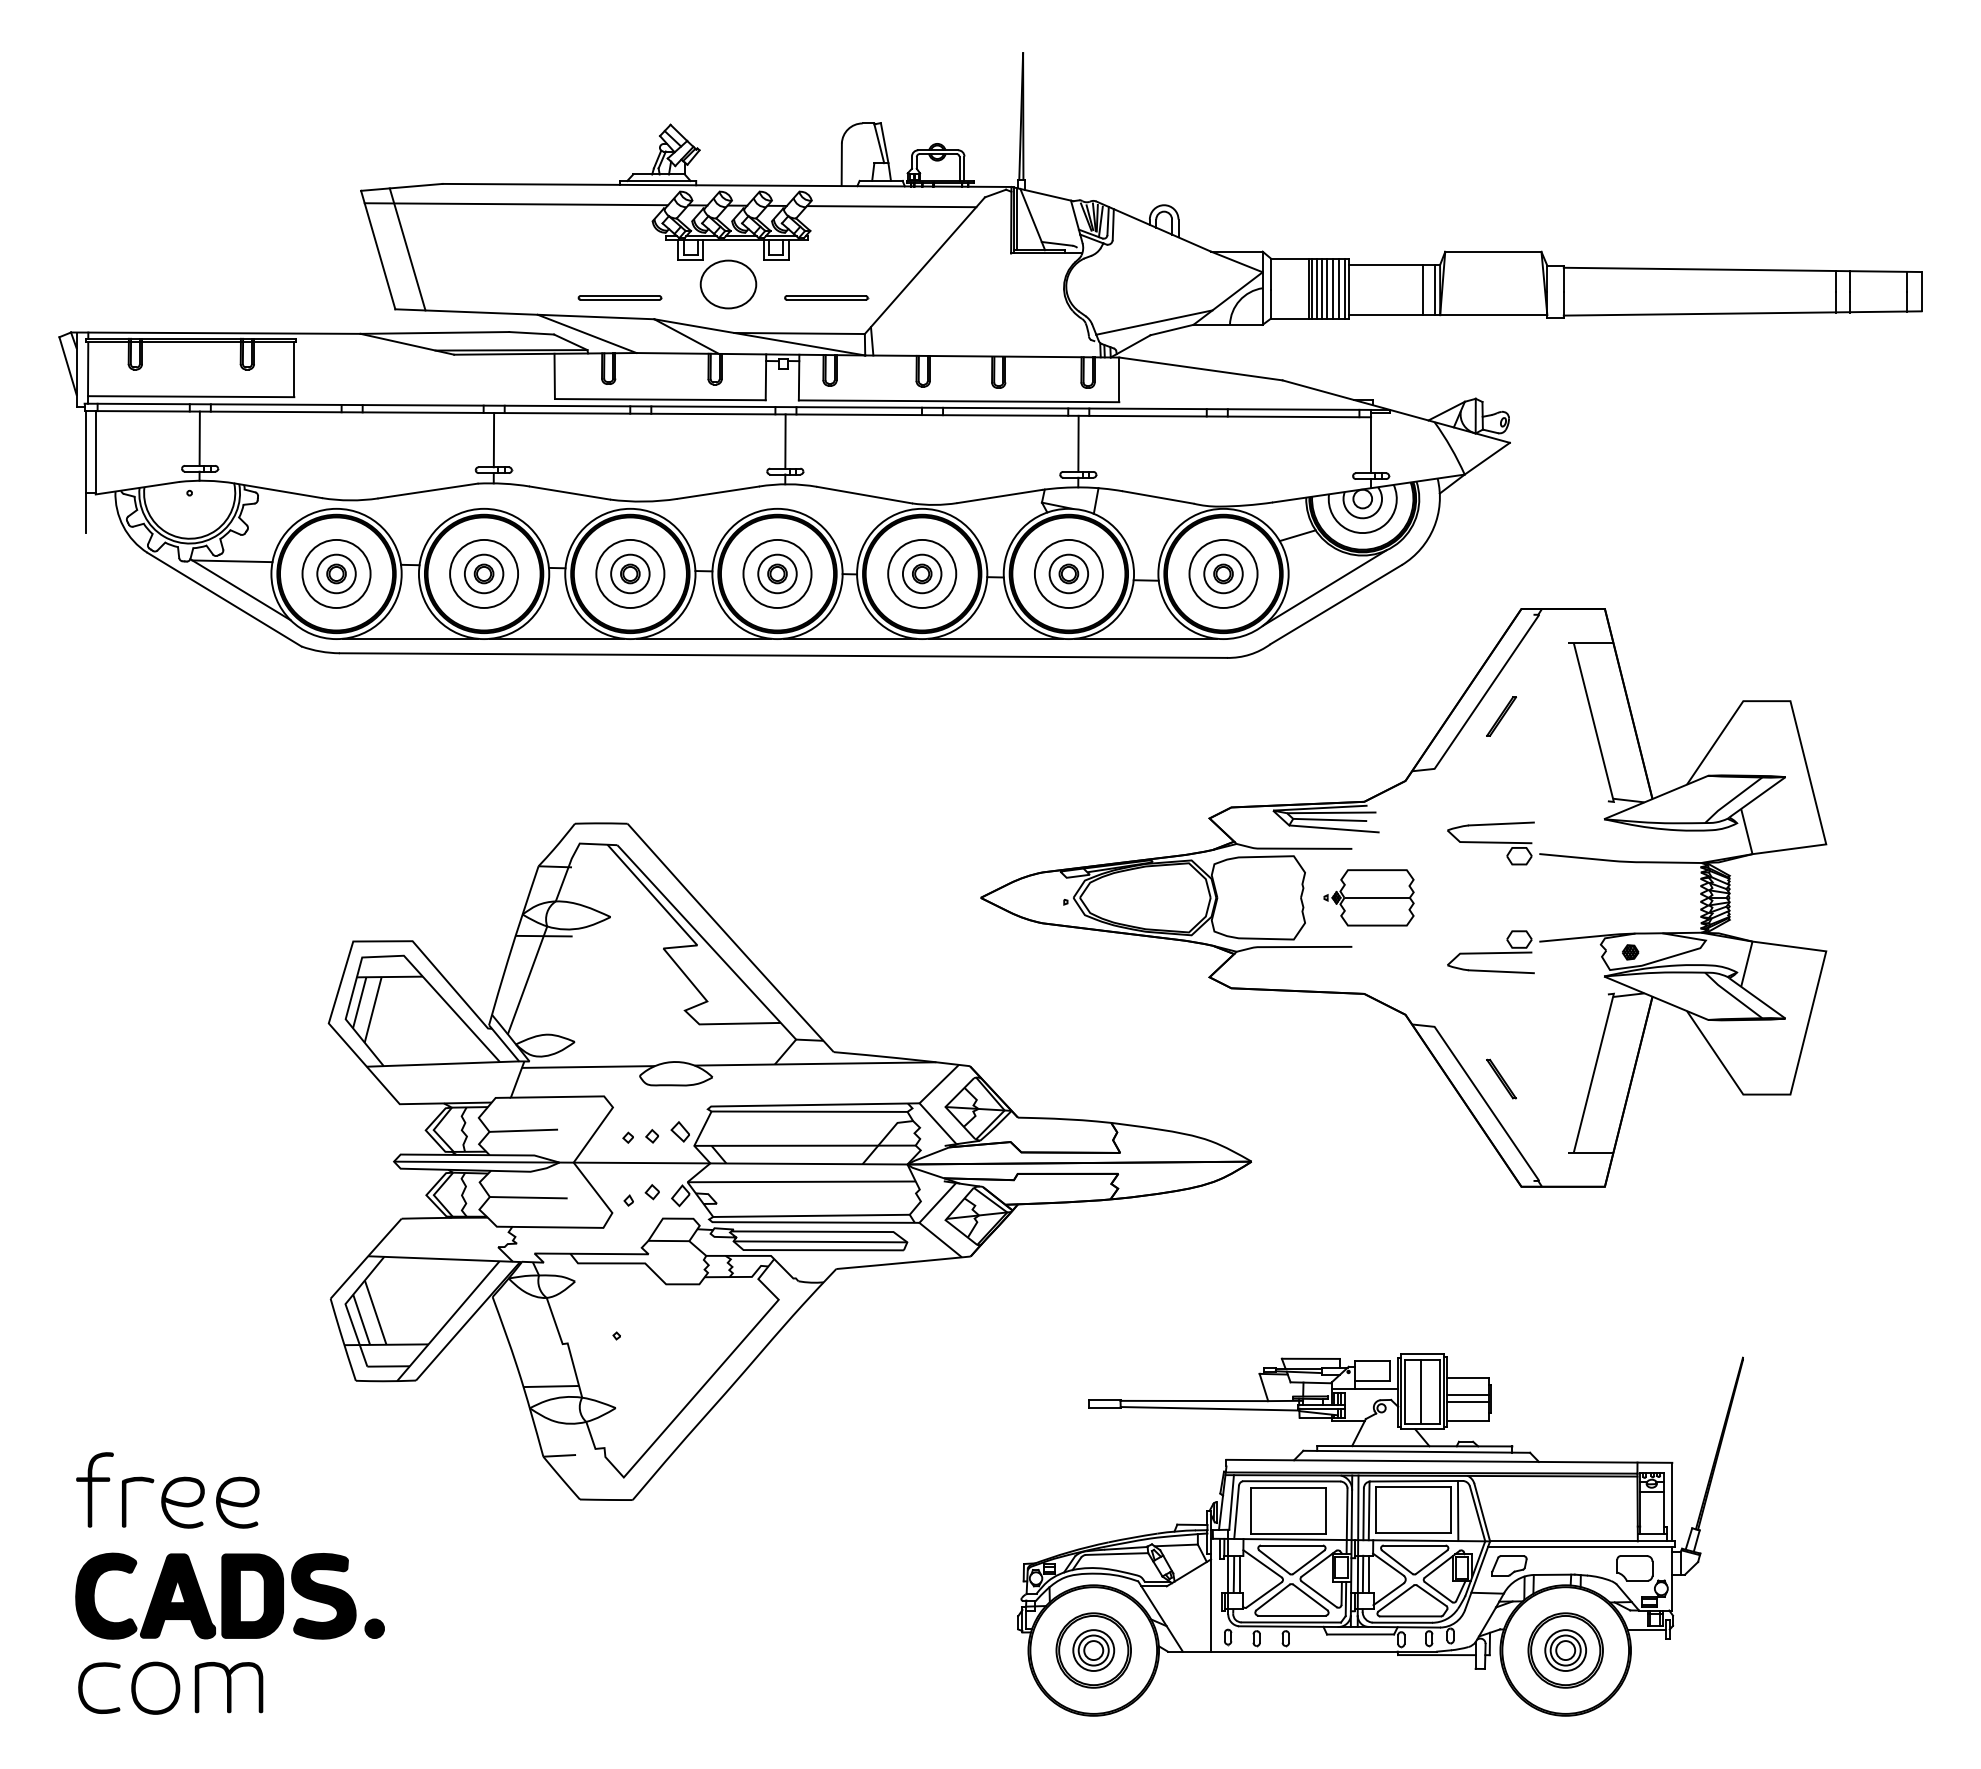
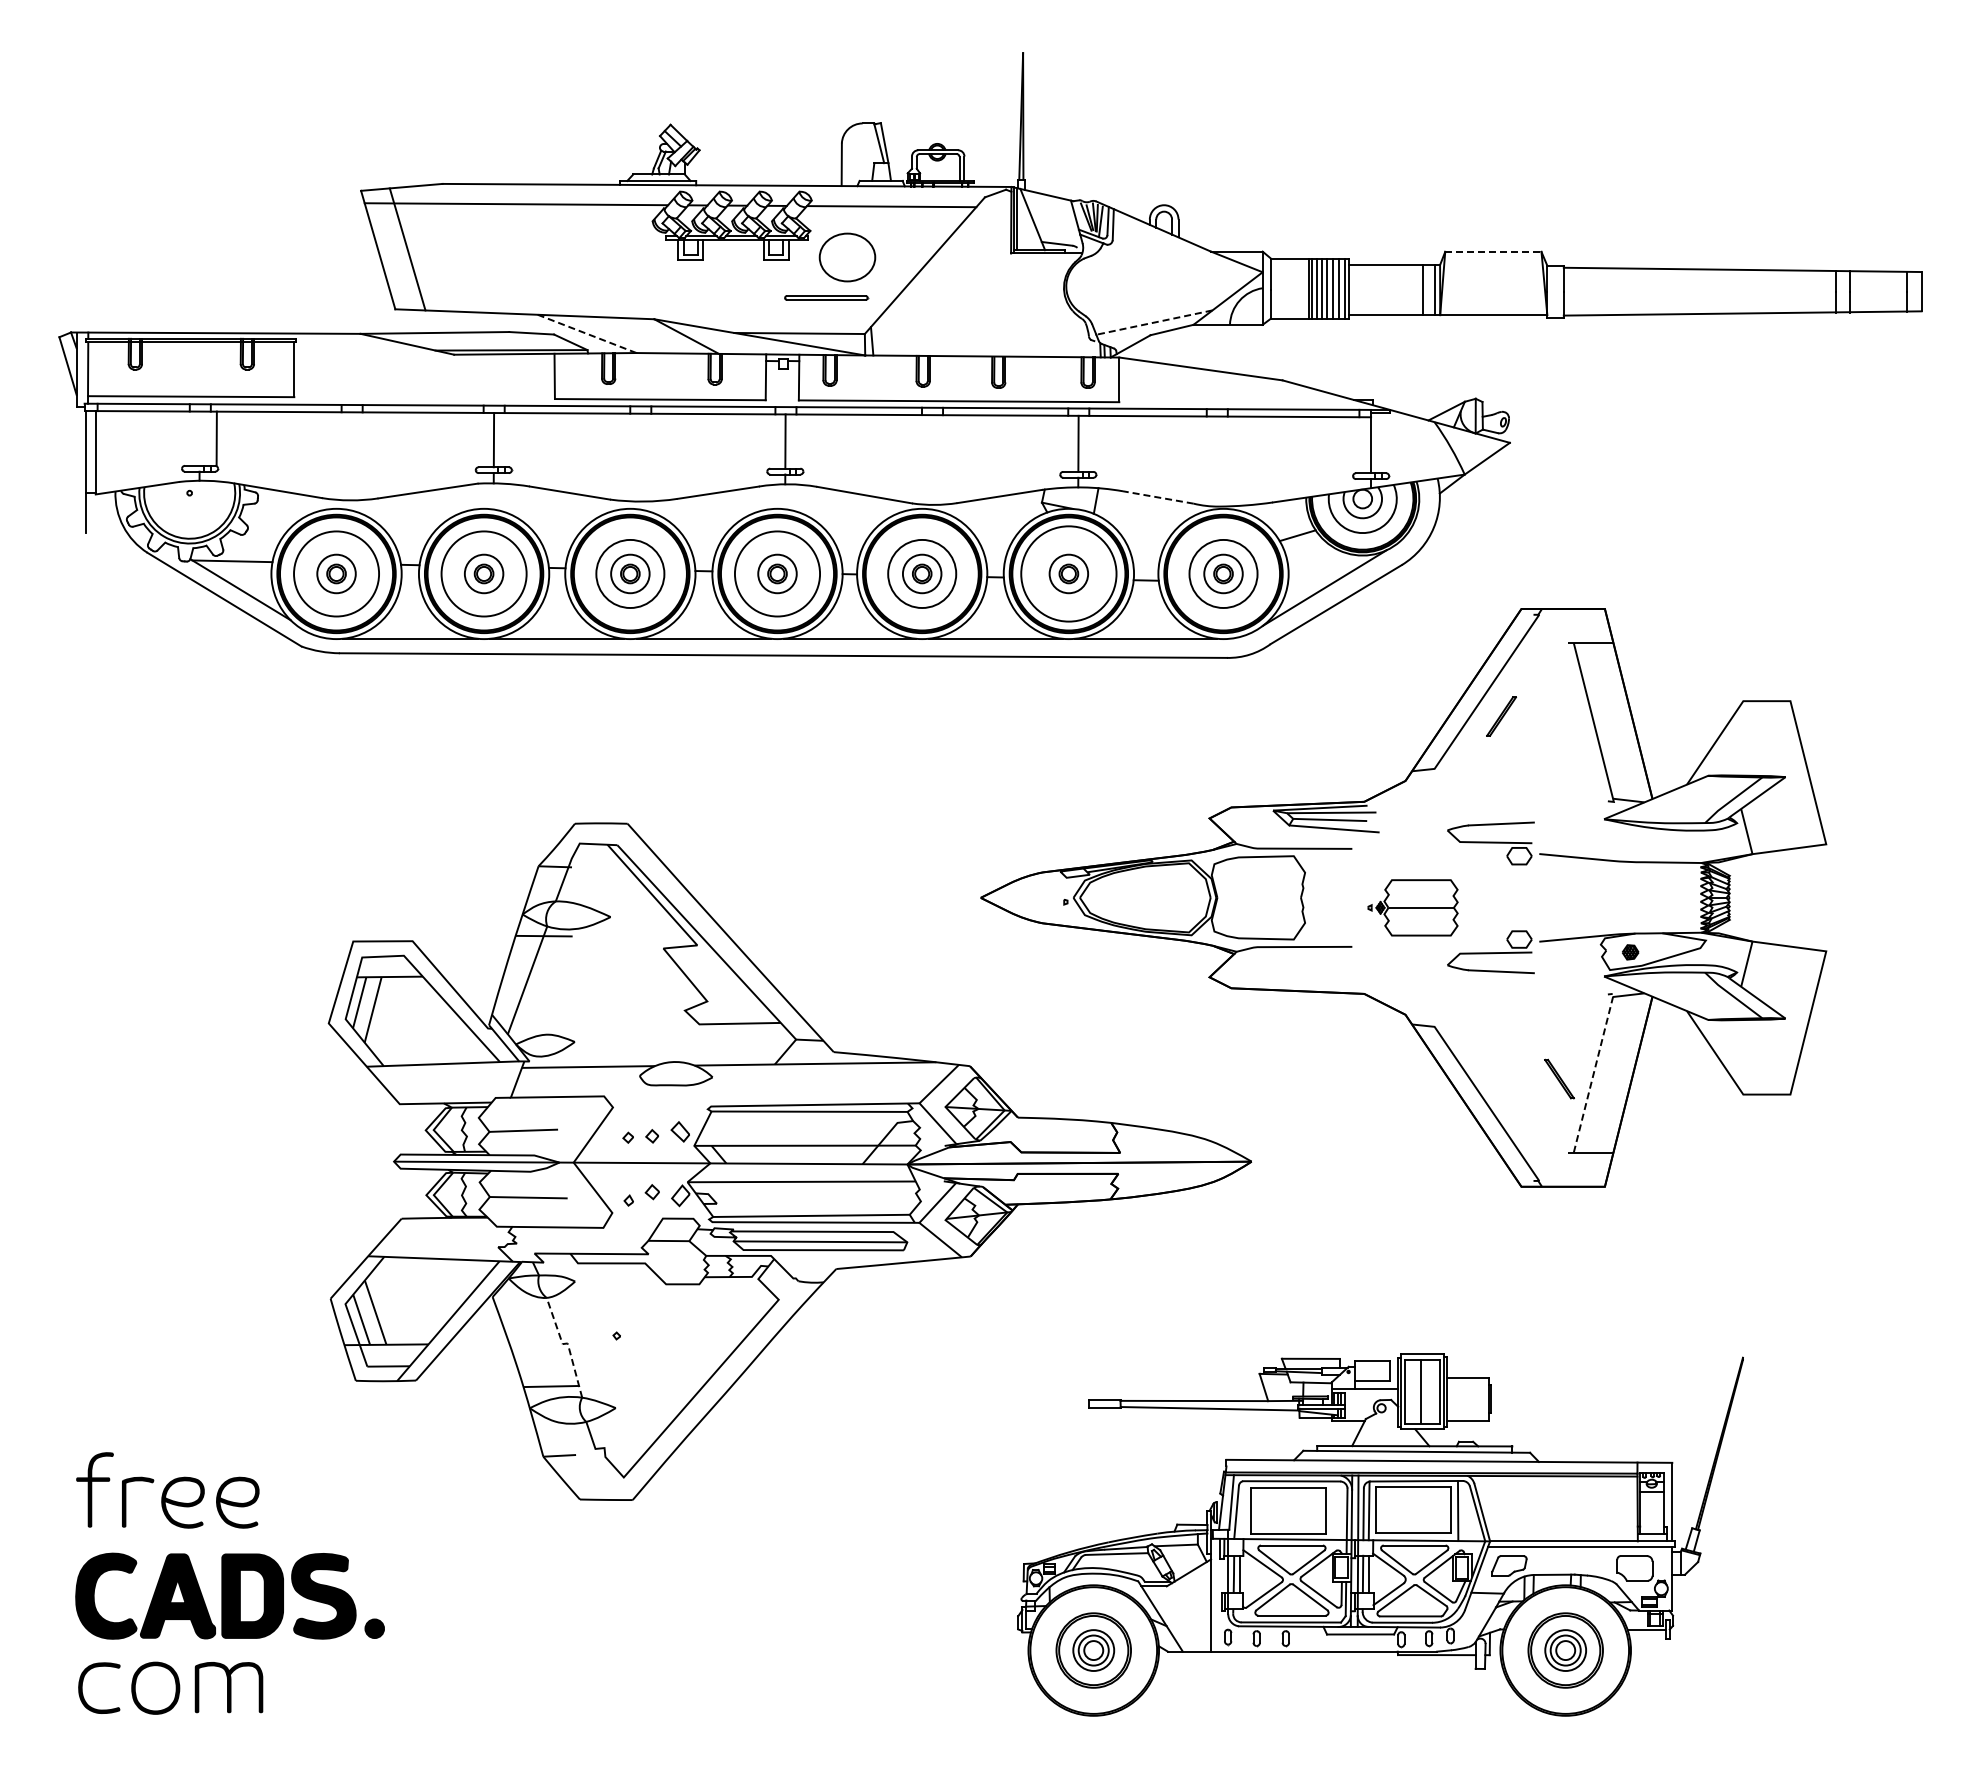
line at (1493, 251): solid -> dashed
part at (728, 284) position: (728, 284) -> (847, 257)
part at (619, 297): present -> none
line at (1153, 322): solid -> dashed
line at (587, 333): solid -> dashed
line at (199, 438) position: (199, 438) -> (216, 438)
line at (1158, 497): solid -> dashed
circle at (336, 573) diameter: 68 px -> 85 px
circle at (484, 573) diameter: 68 px -> 85 px
circle at (777, 573) diameter: 68 px -> 85 px
circle at (1068, 573) diameter: 68 px -> 95 px
part at (1368, 897) position: (1368, 897) -> (1412, 907)
line at (1594, 1069): solid -> dashed
part at (1501, 1078) position: (1501, 1078) -> (1559, 1078)
line at (567, 1343): solid -> dashed
line at (1468, 1395): present -> none
line at (1468, 1401): present -> none
